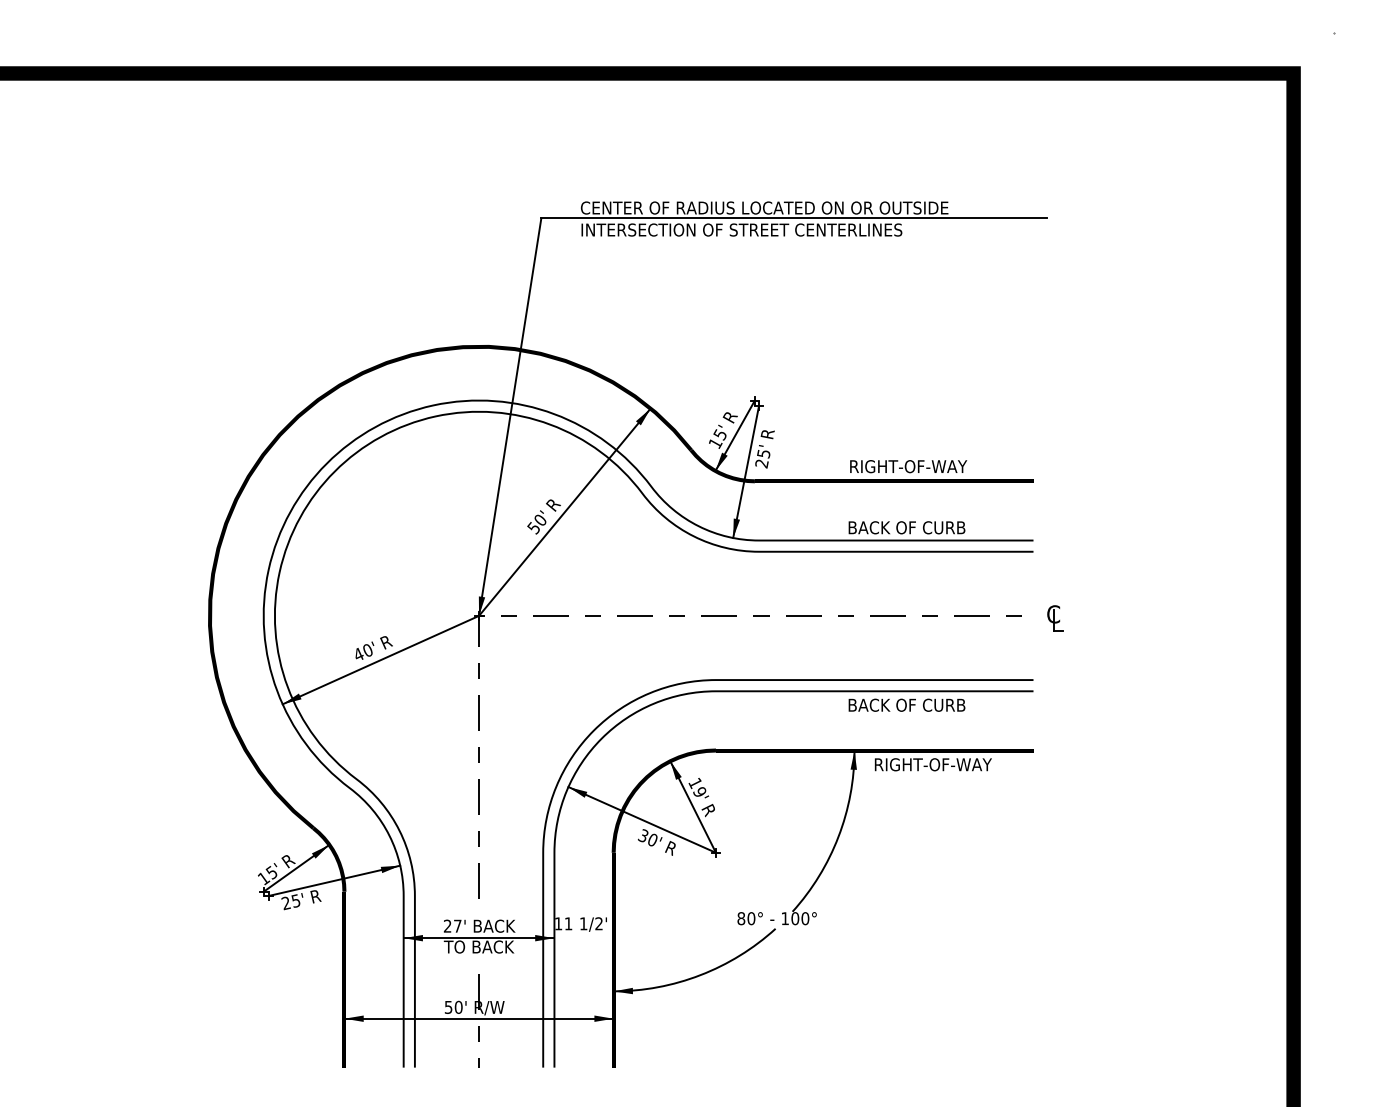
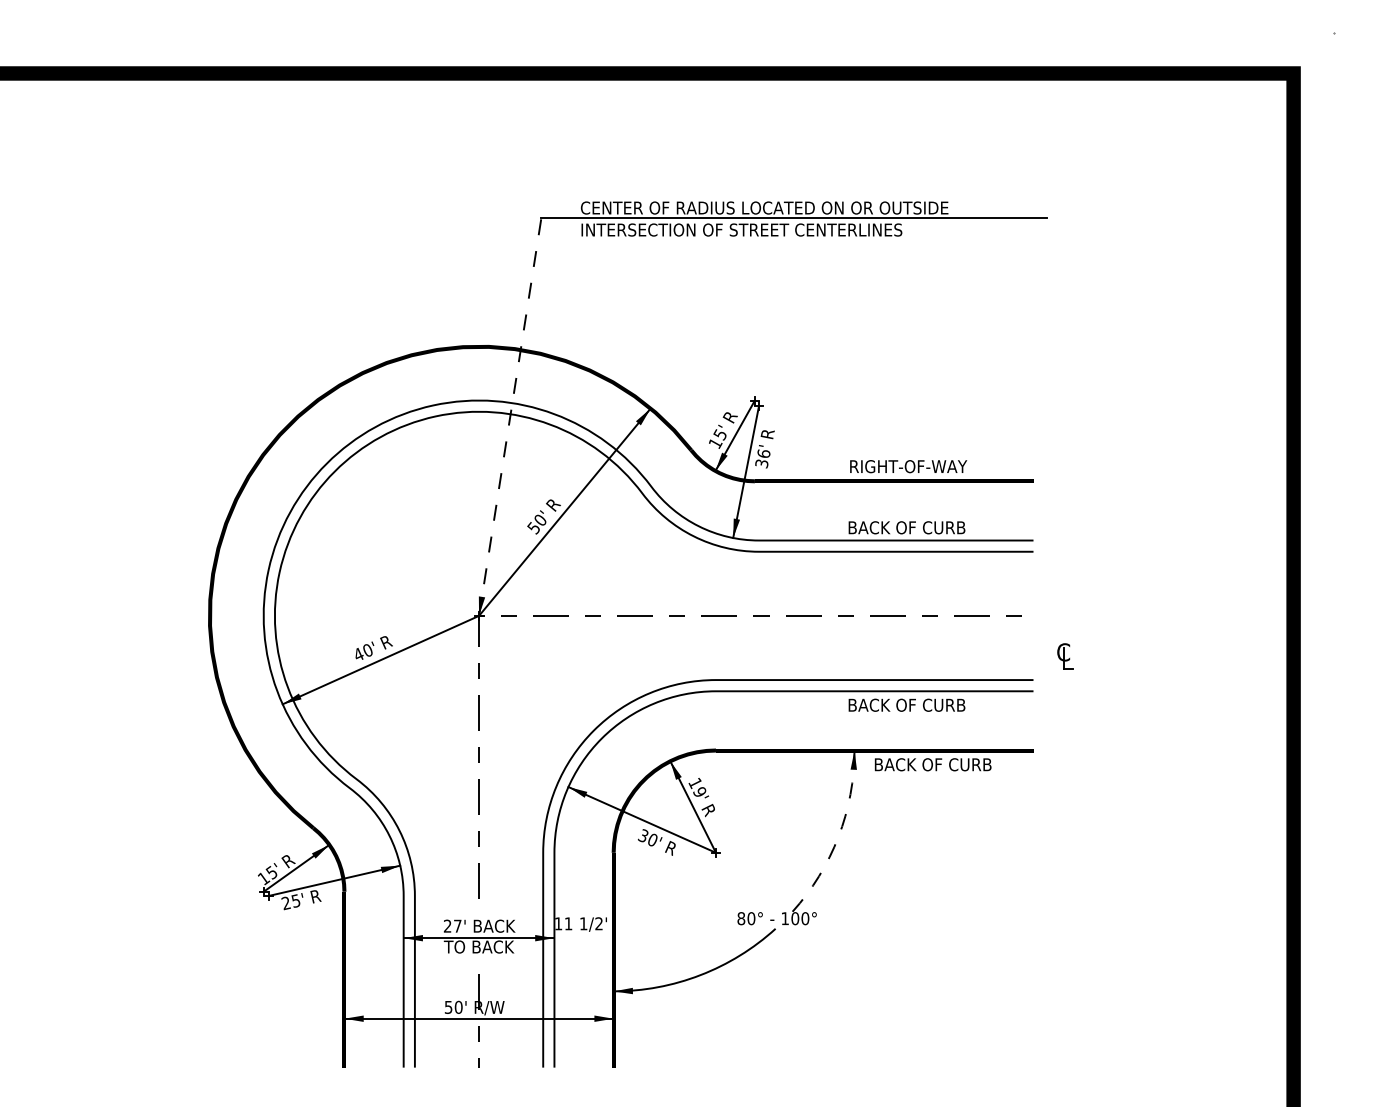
line at (510, 416): solid -> dashed
text at (762, 458): 25' -> 36'
part at (1055, 618) position: (1055, 618) -> (1065, 656)
text at (933, 764): RIGHT-OF-WAY -> BACK OF CURB
arc at (838, 836): solid -> dashed
